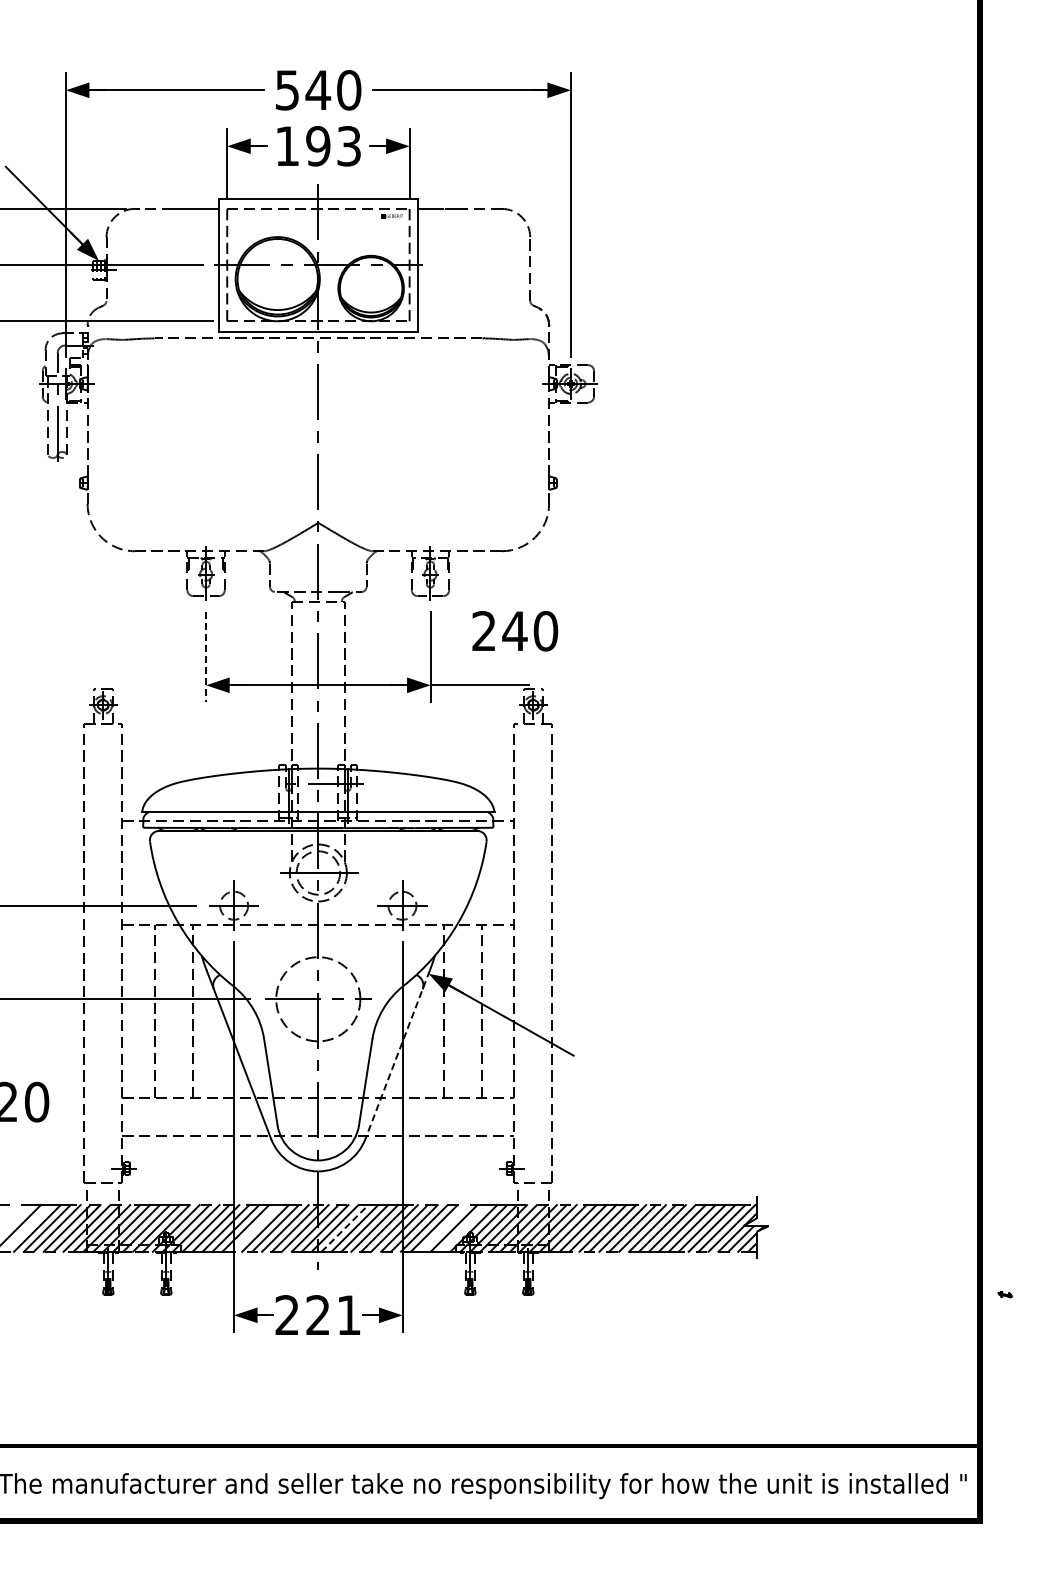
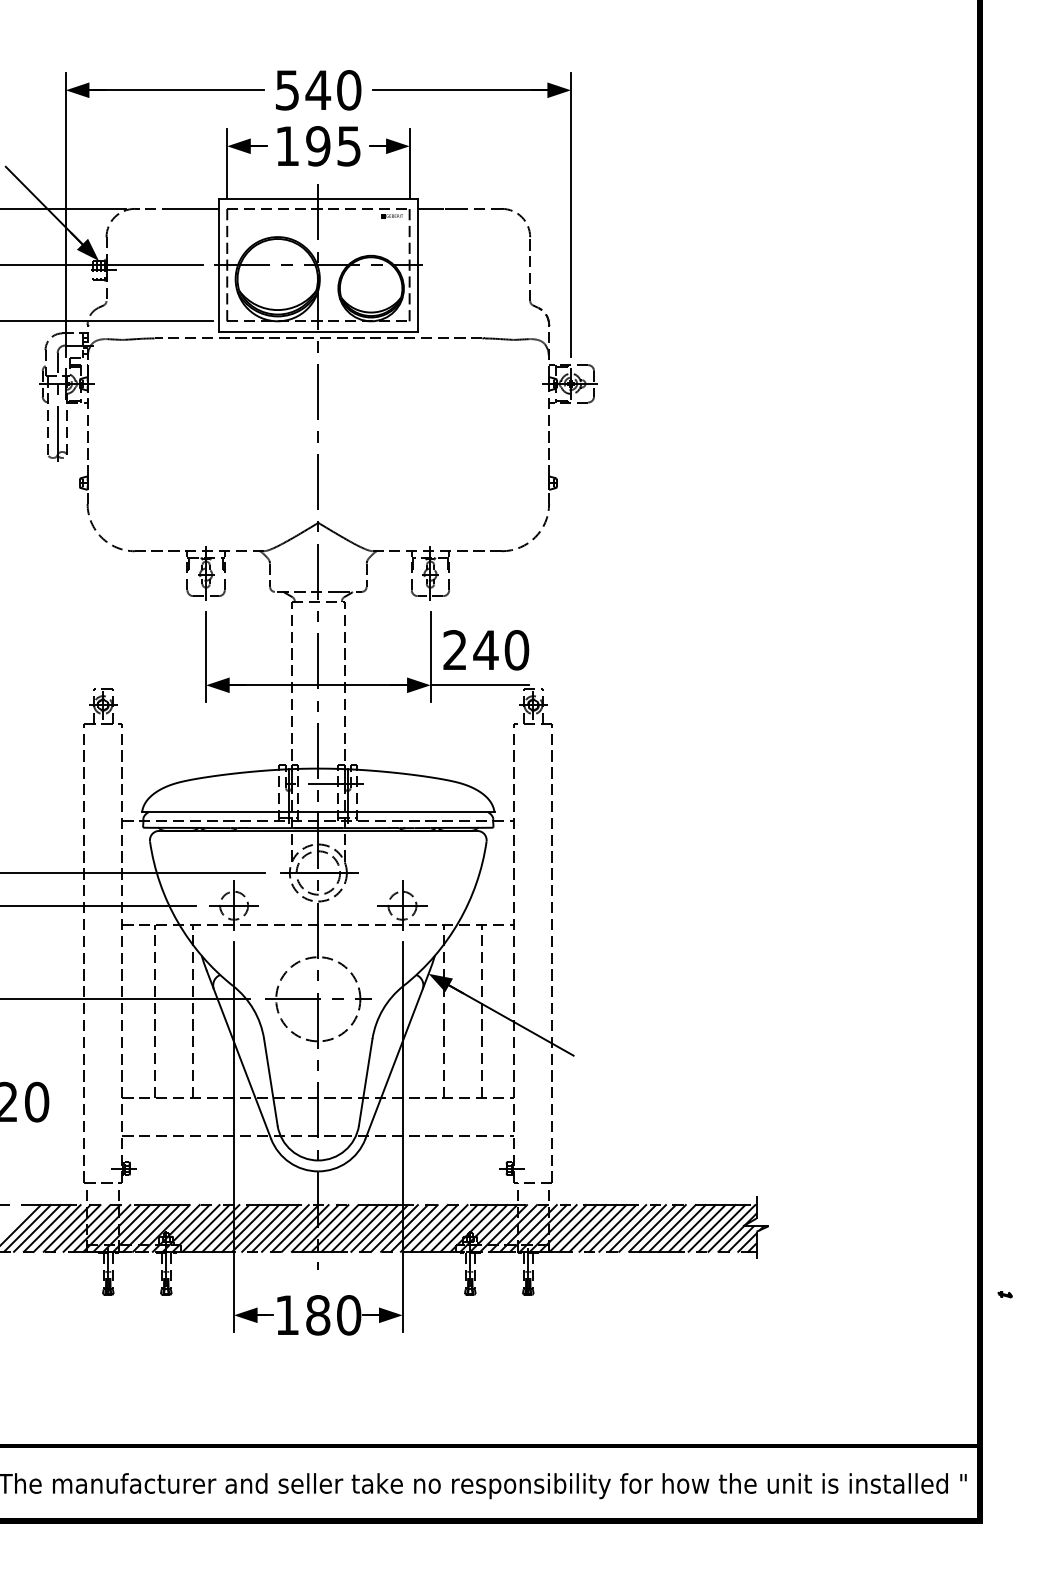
text at (349, 145): 193 -> 195
text at (515, 631) position: (515, 631) -> (486, 650)
line at (206, 657): dashed -> solid
line at (133, 873): none -> present
line at (397, 1054): dashed -> solid
line at (27, 1228): none -> present
line at (255, 1228): none -> present
line at (345, 1228): dashed -> solid
line at (443, 1228): none -> present
line at (463, 1228): none -> present
text at (318, 1315): 221 -> 180
